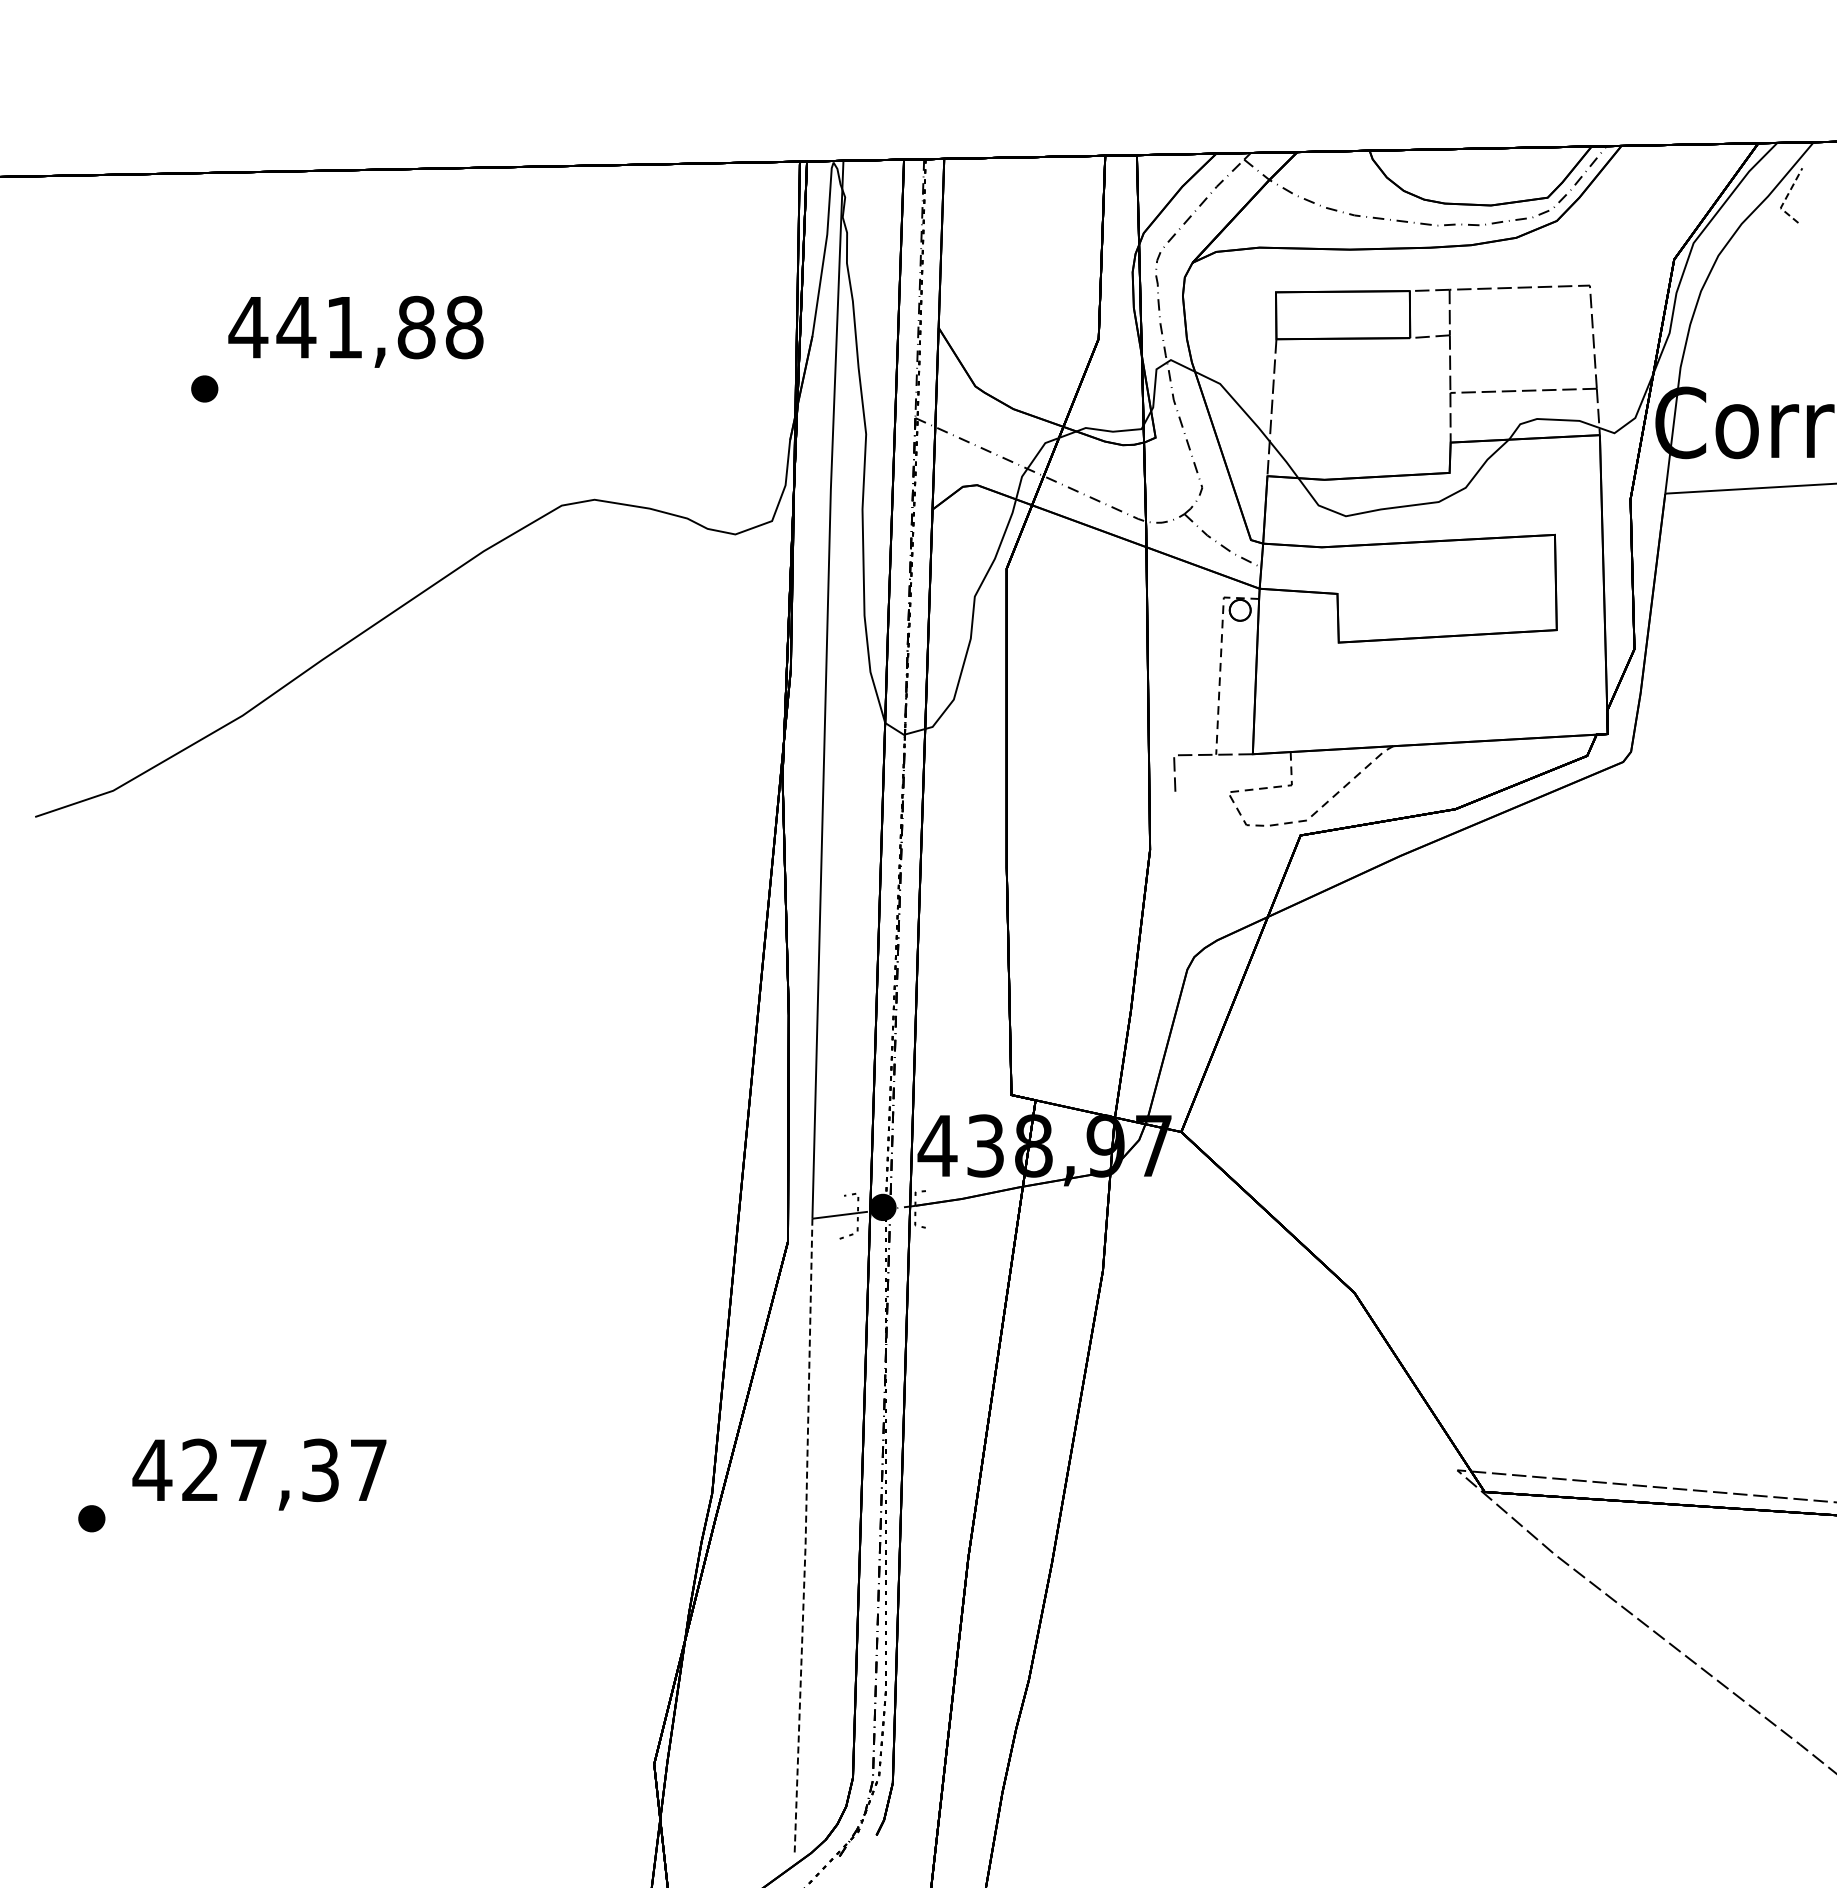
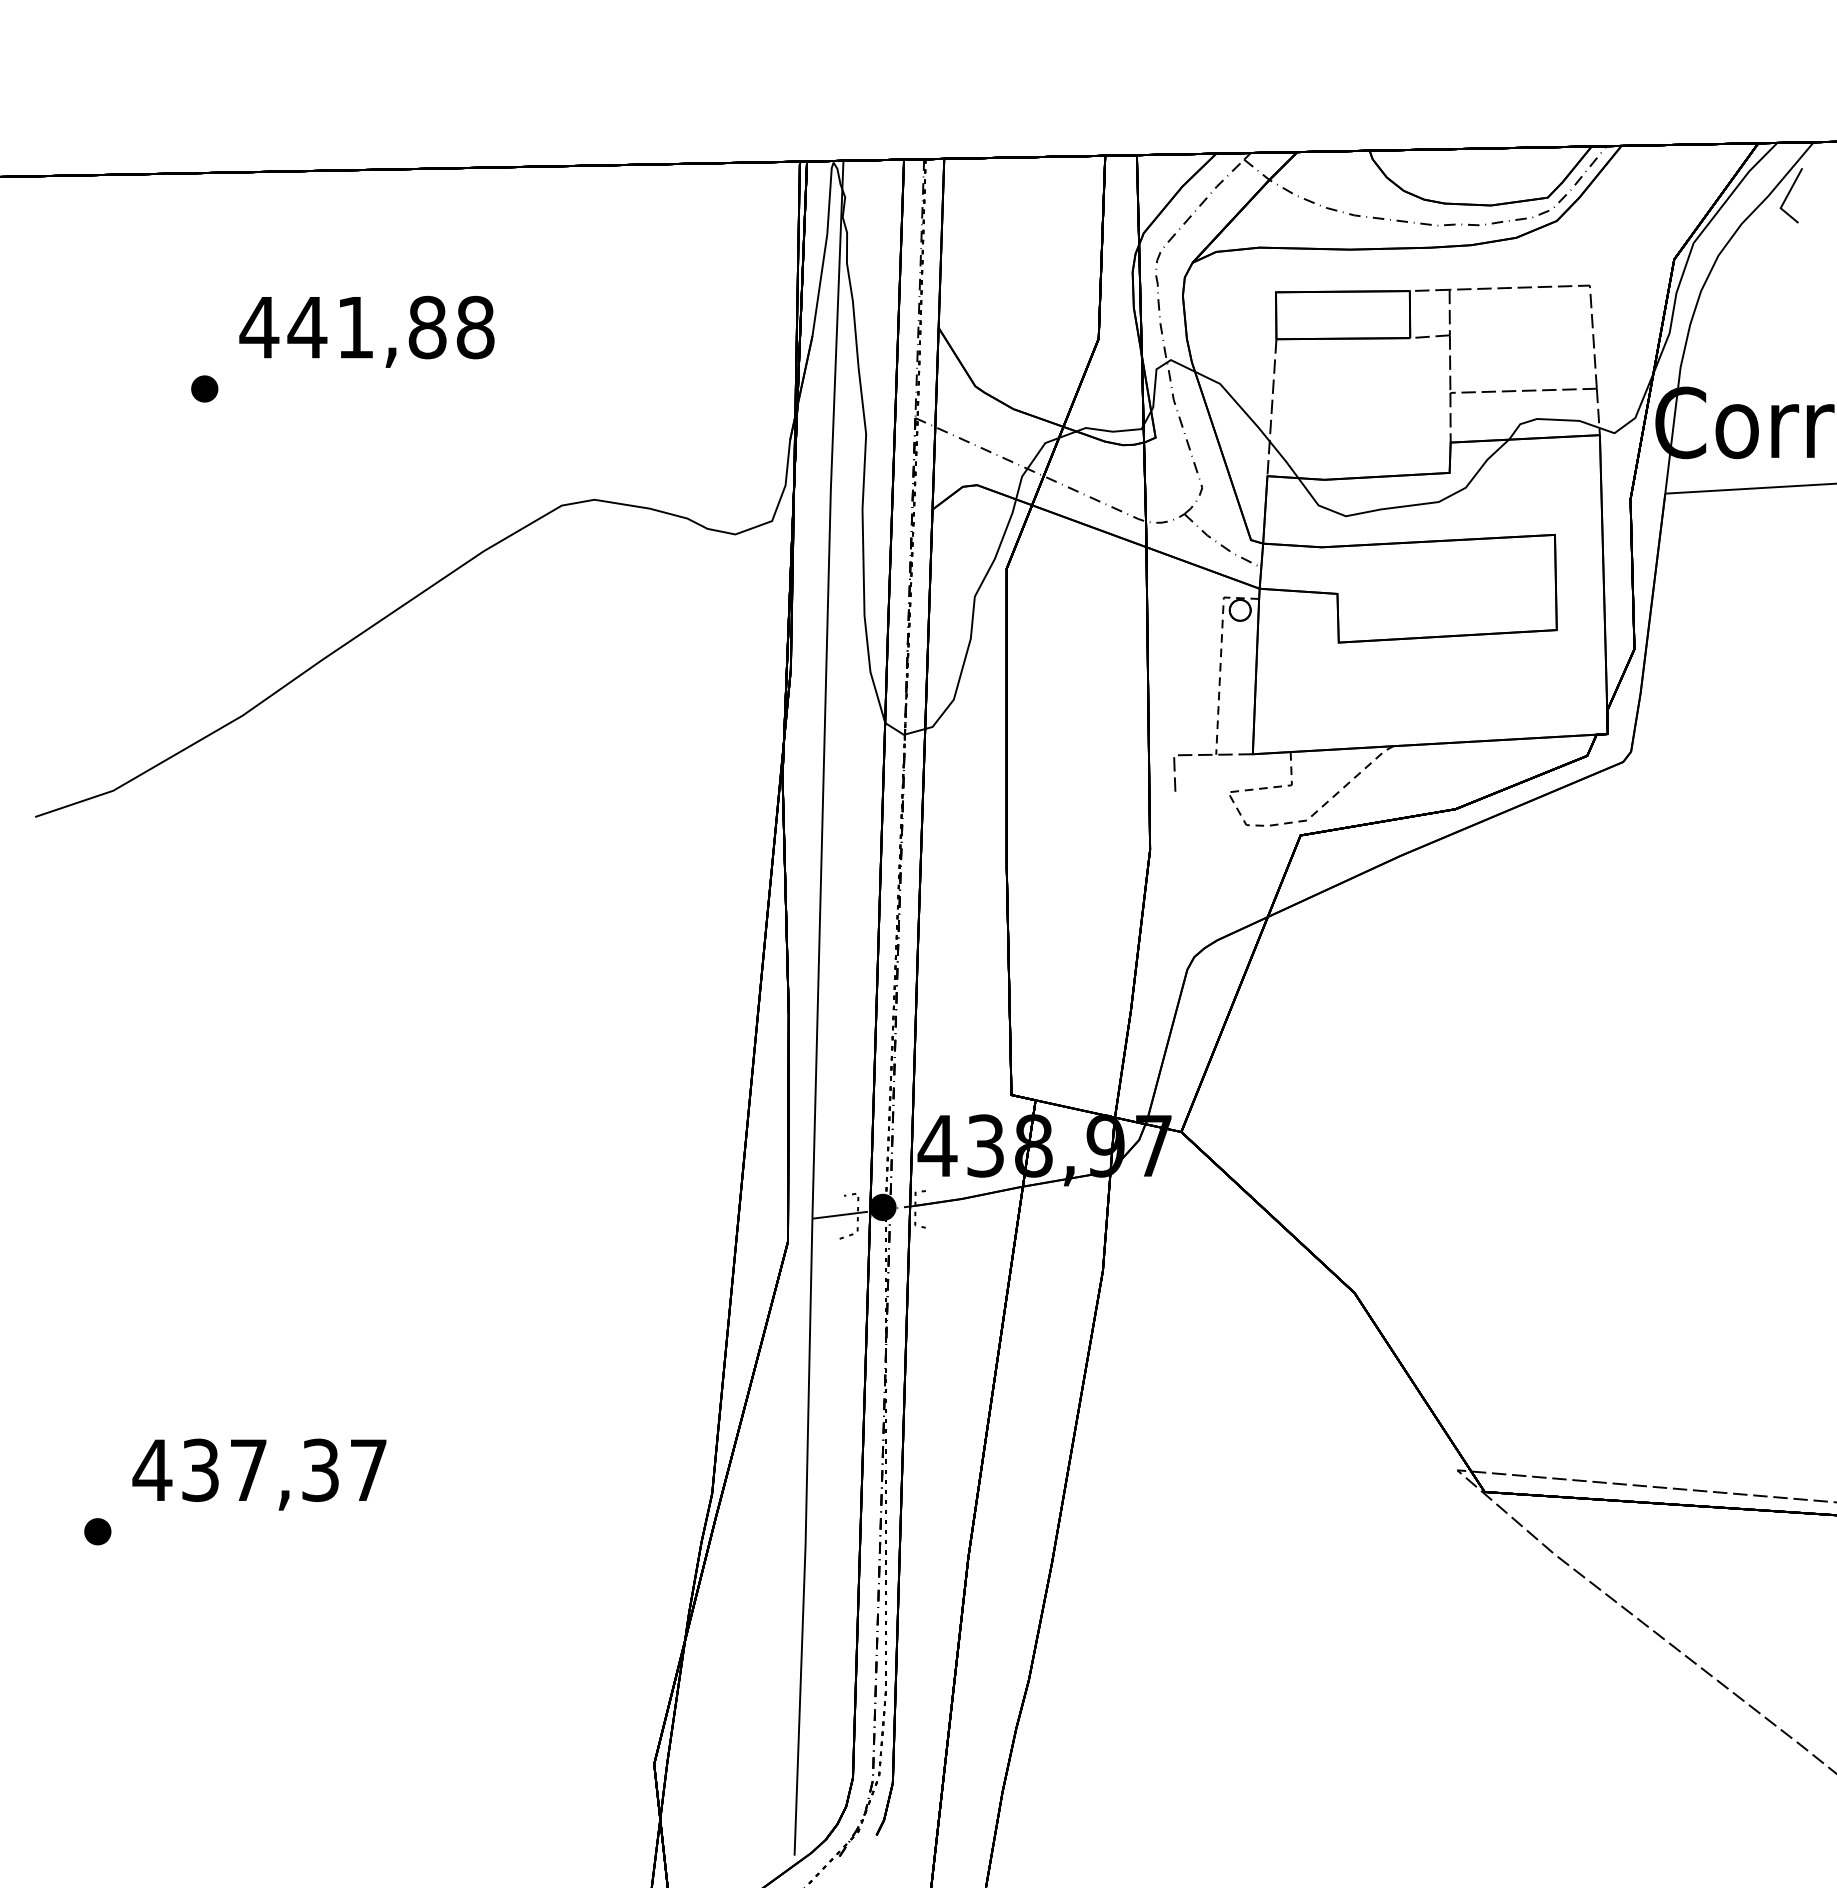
line at (1785, 198): dashed -> solid
text at (355, 331) position: (355, 331) -> (366, 331)
text at (200, 1470): 427,37 -> 437,37
part at (91, 1518) position: (91, 1518) -> (97, 1531)
line at (805, 1538): dashed -> solid
